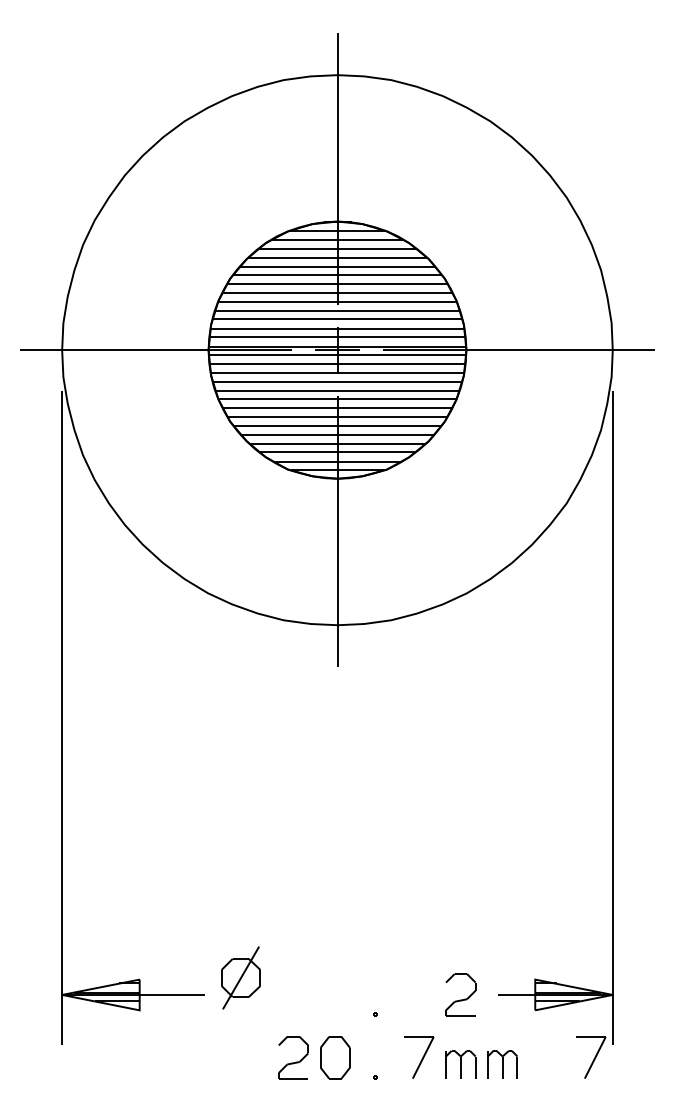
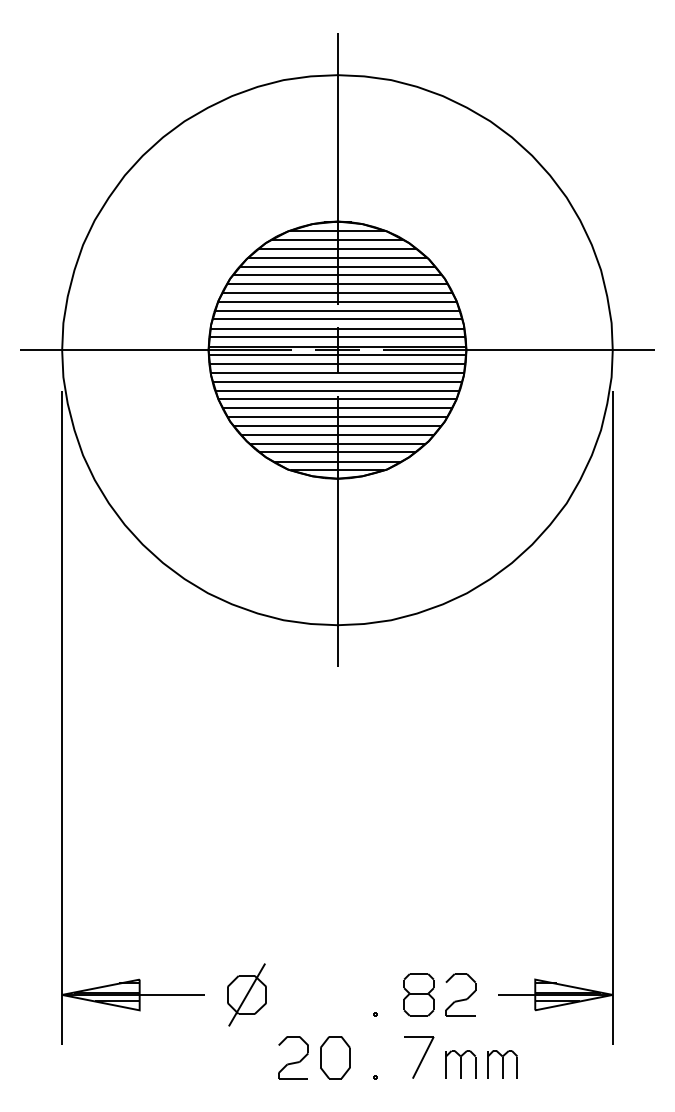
part at (240, 977) position: (240, 977) -> (246, 994)
part at (418, 994): none -> present
part at (591, 1057): present -> none
